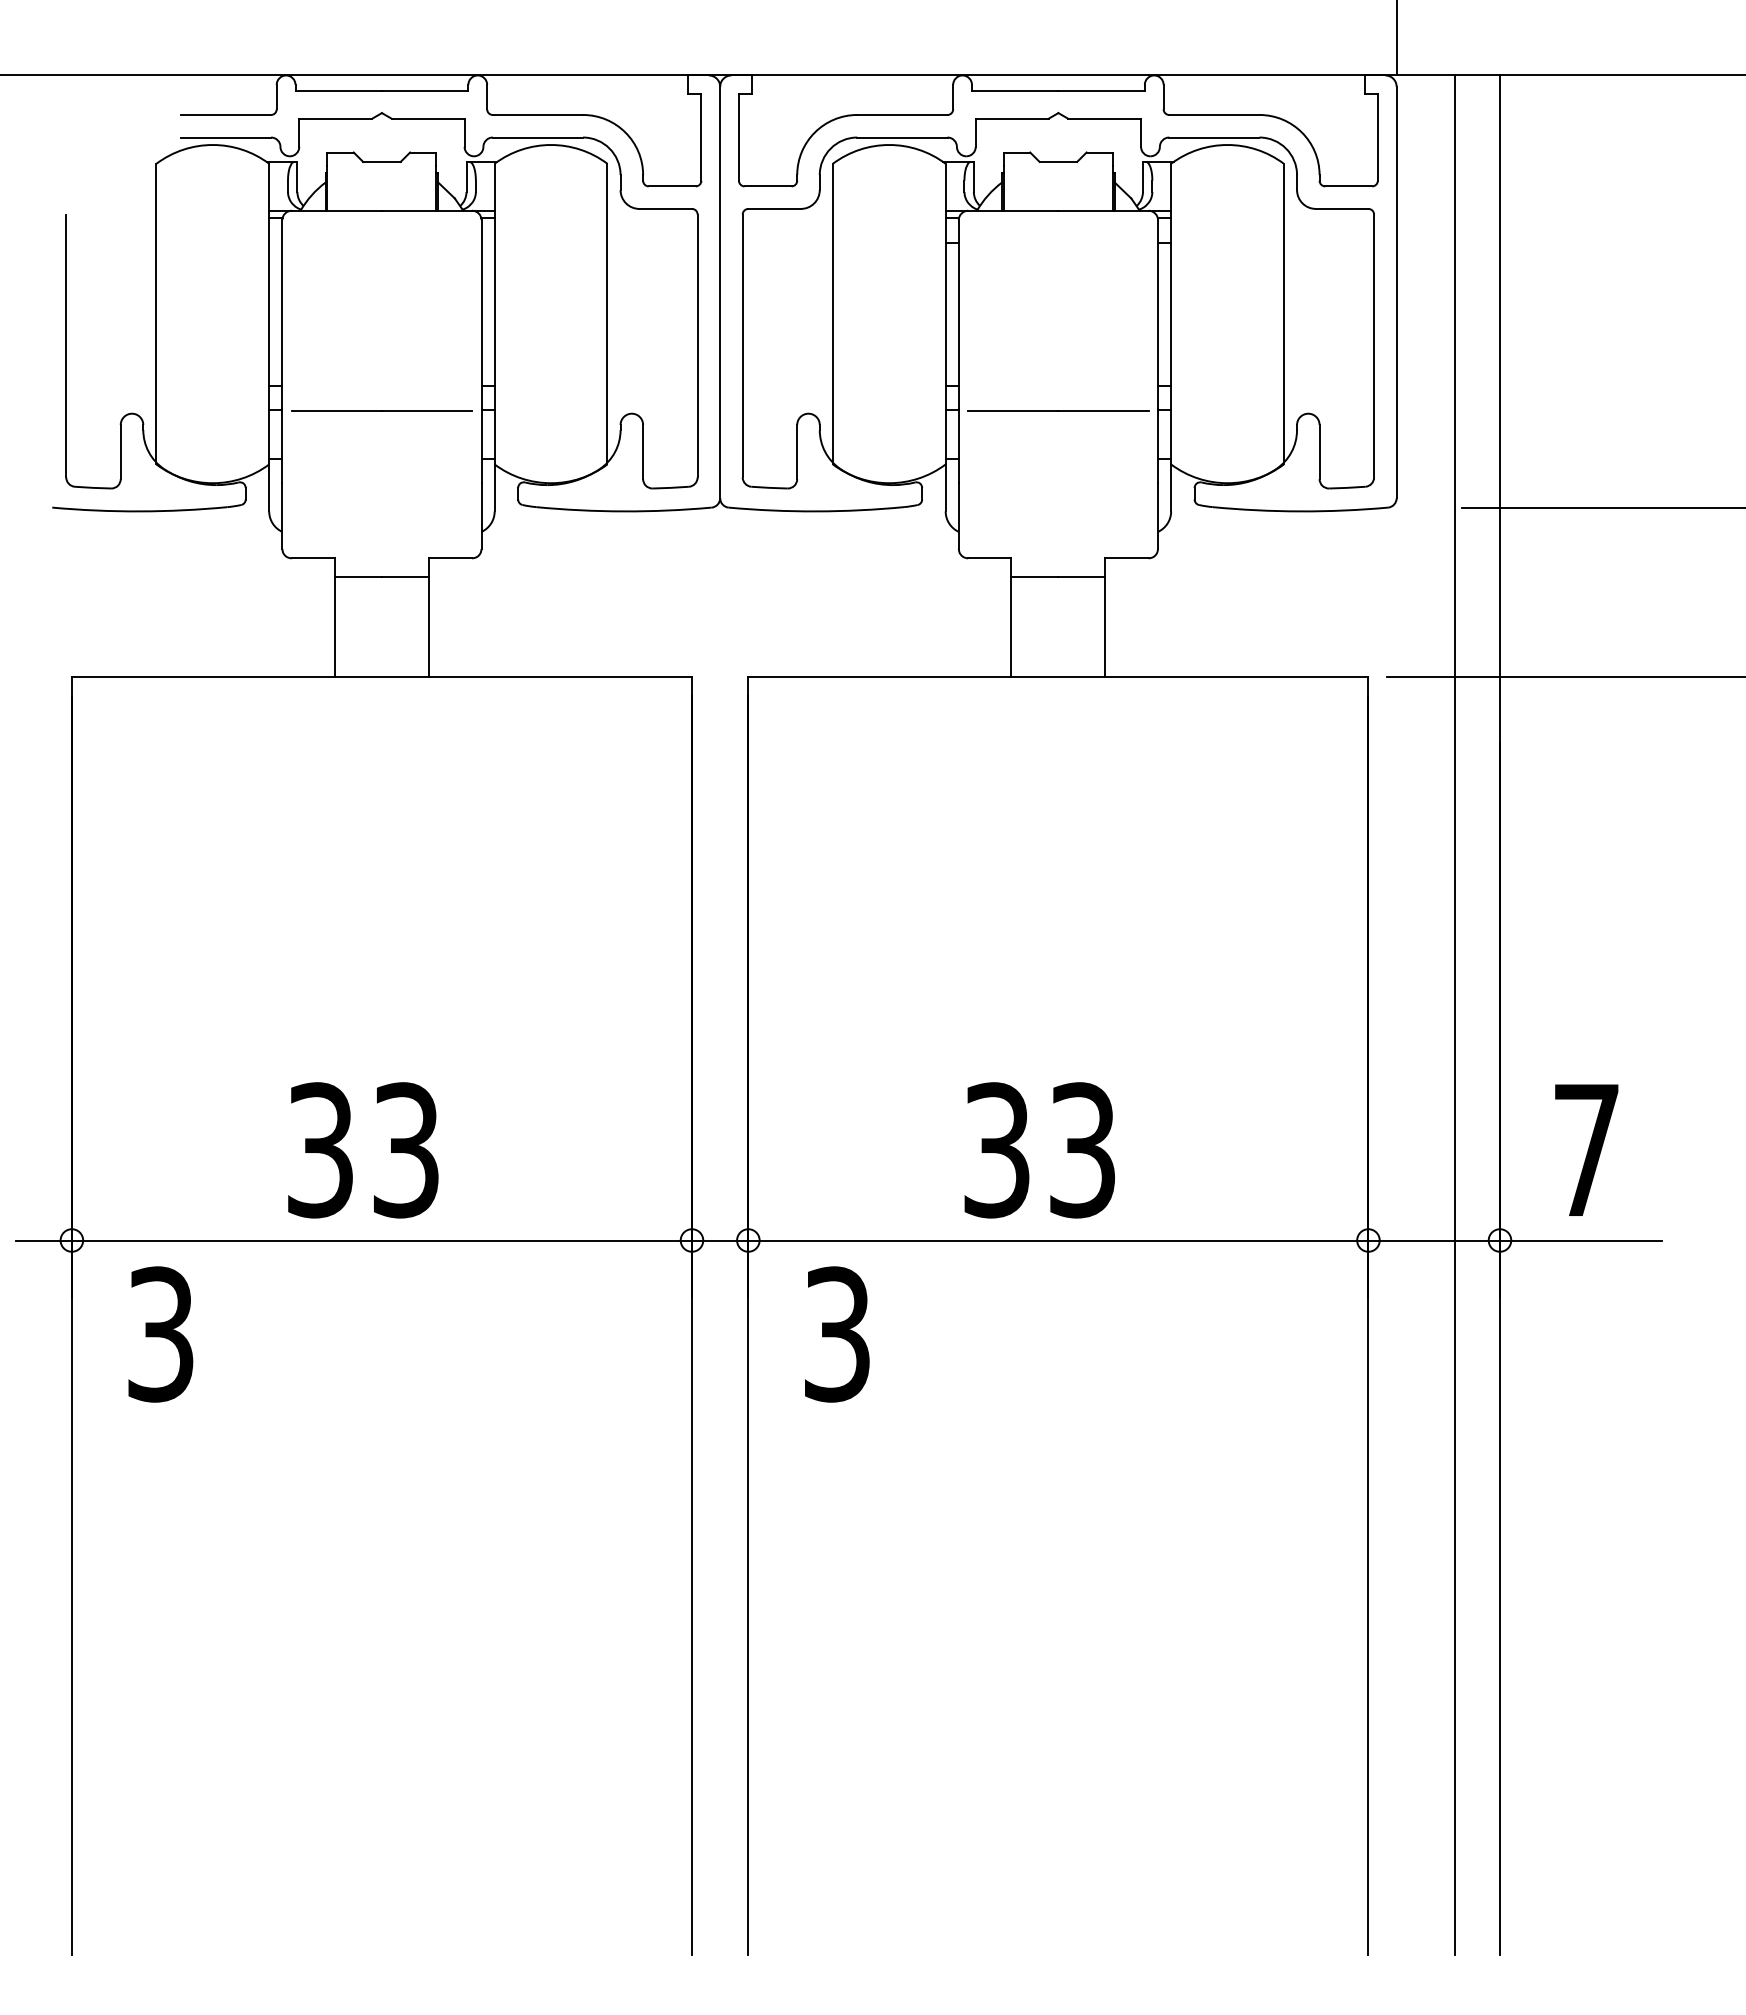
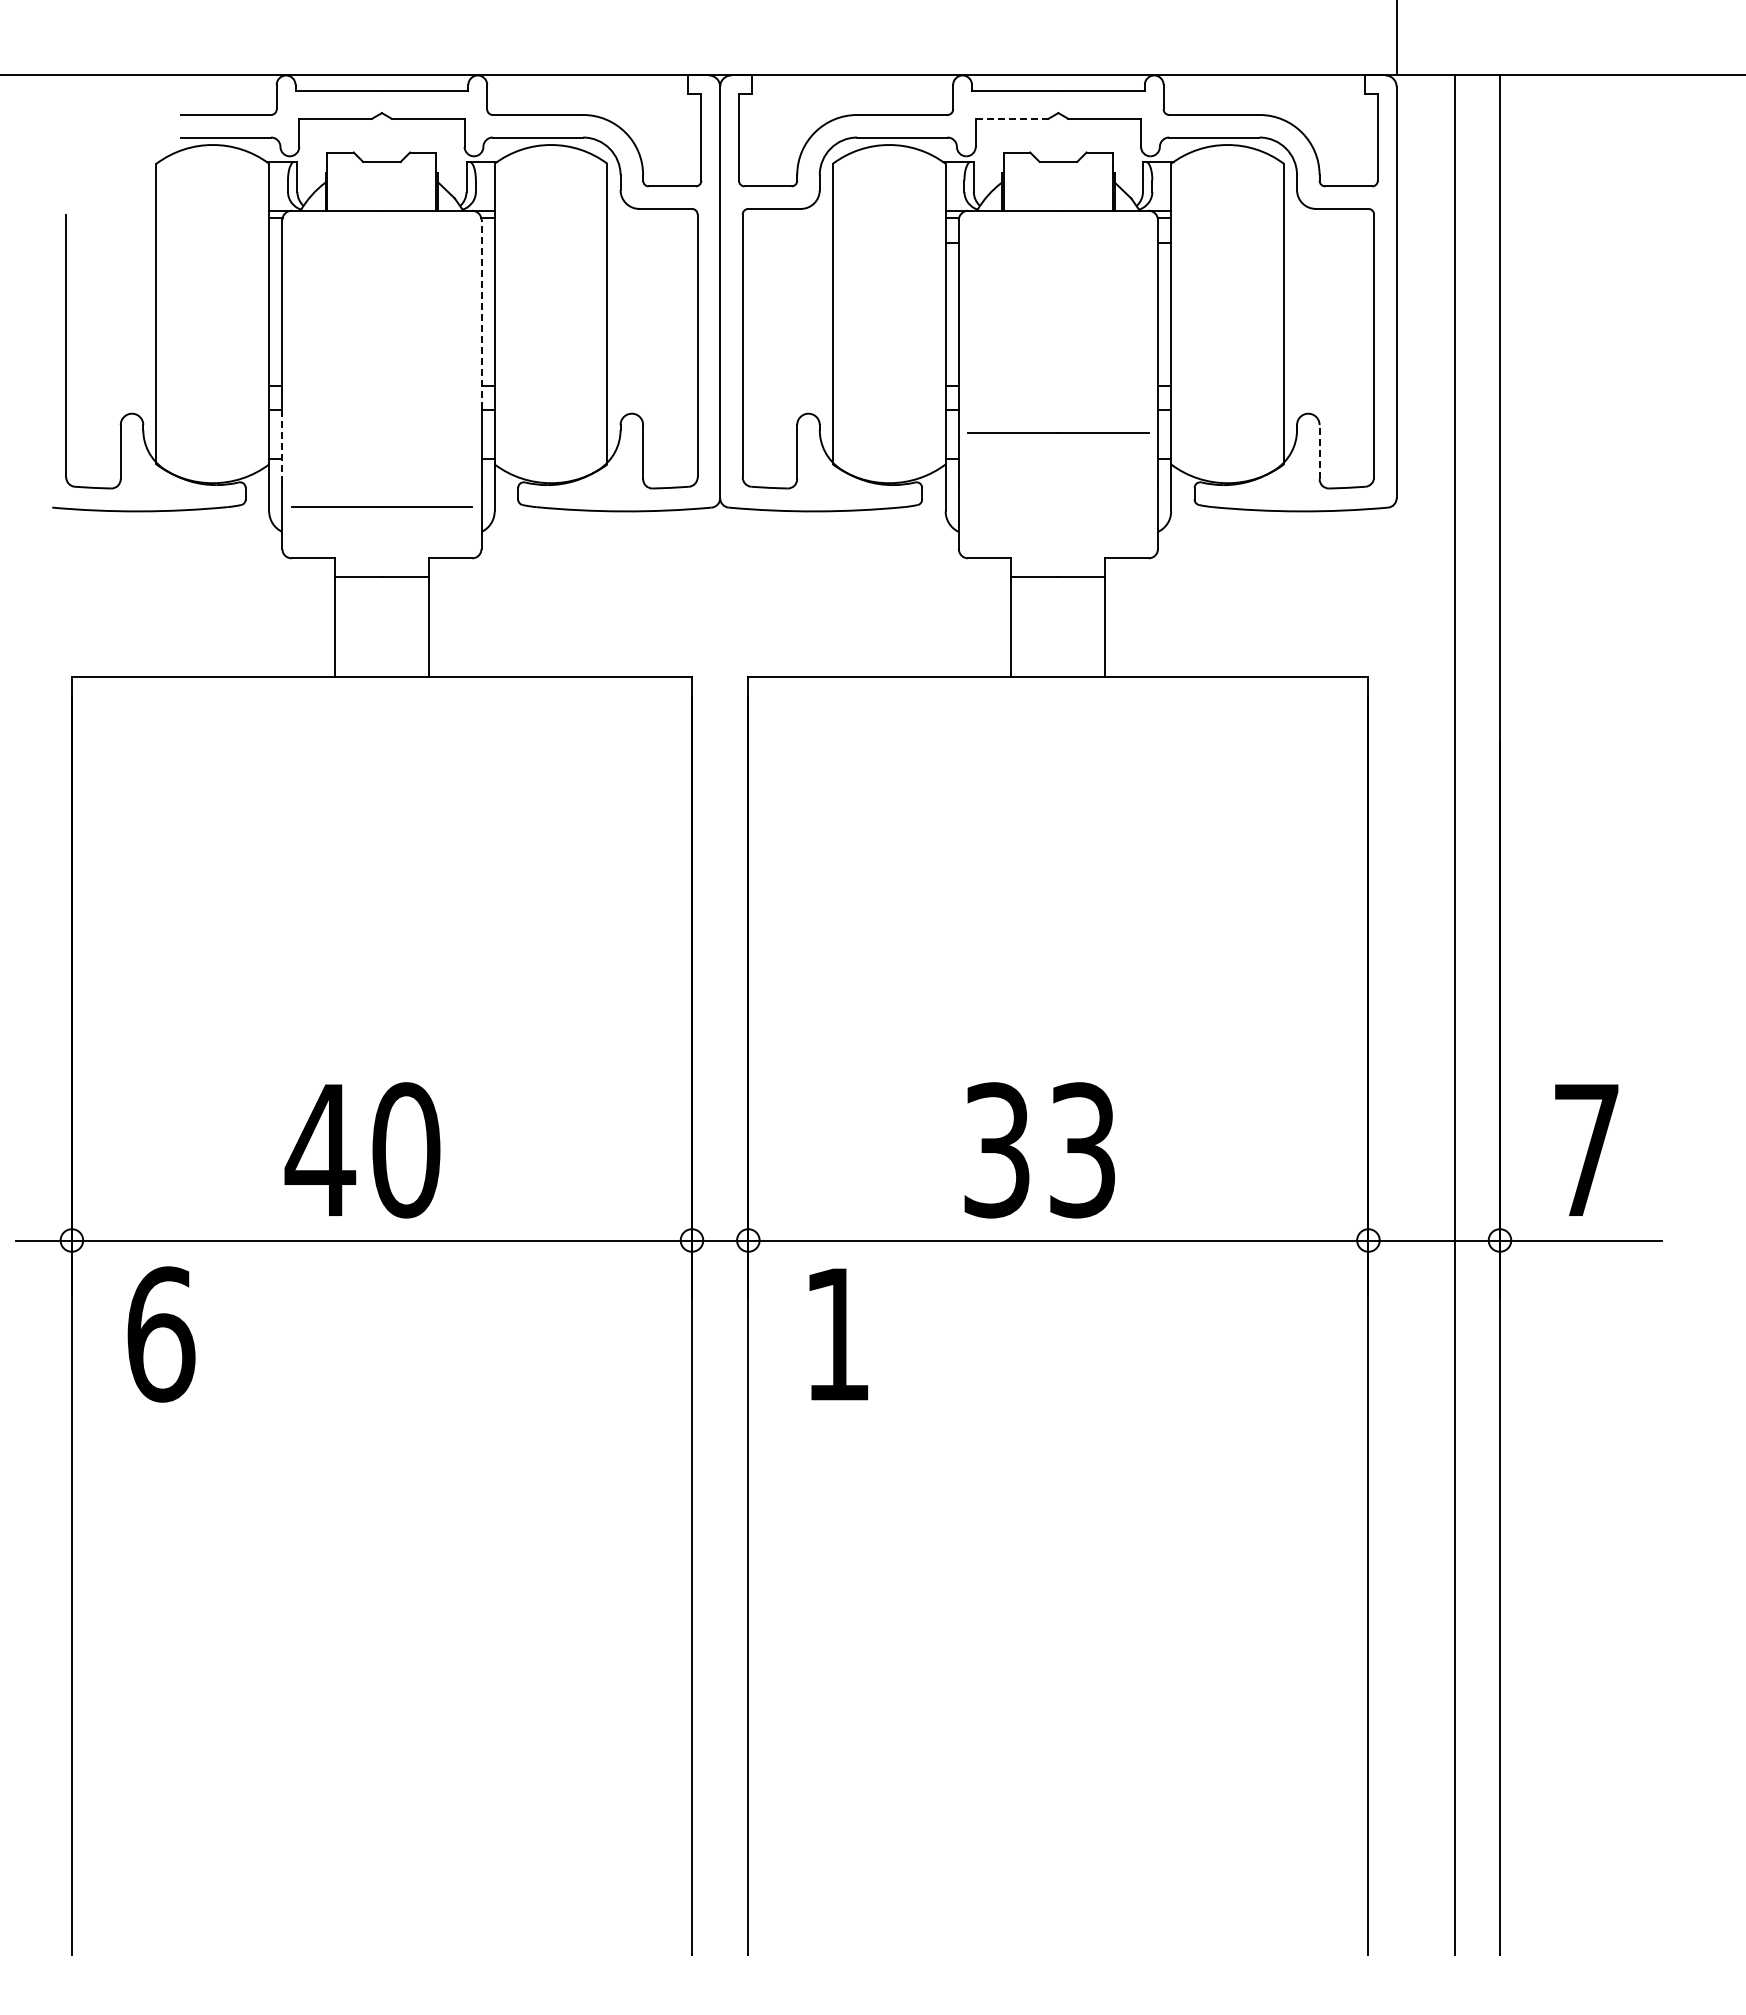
line at (1011, 118): solid -> dashed
line at (481, 313): solid -> dashed
line at (381, 410) position: (381, 410) -> (381, 506)
line at (1058, 410) position: (1058, 410) -> (1058, 432)
line at (282, 445): solid -> dashed
line at (1319, 451): solid -> dashed
line at (1602, 507): present -> none
line at (1564, 676): present -> none
text at (362, 1150): 33 -> 40
text at (161, 1334): 3 -> 6
text at (837, 1334): 3 -> 1
